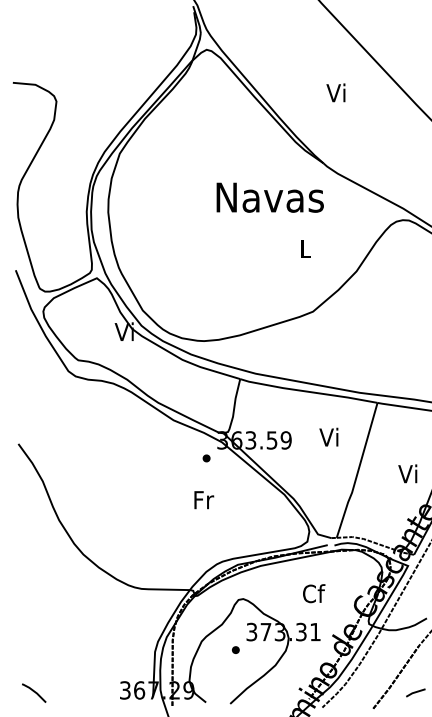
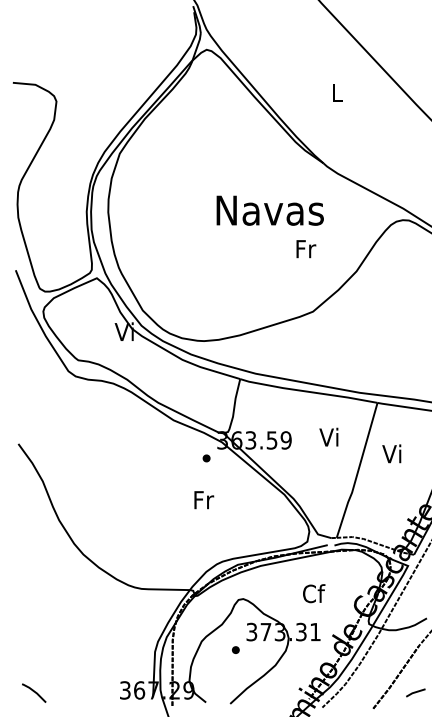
text at (335, 92): Vi -> L
text at (269, 197) position: (269, 197) -> (269, 210)
text at (306, 249): L -> Fr
text at (407, 473) position: (407, 473) -> (391, 453)
